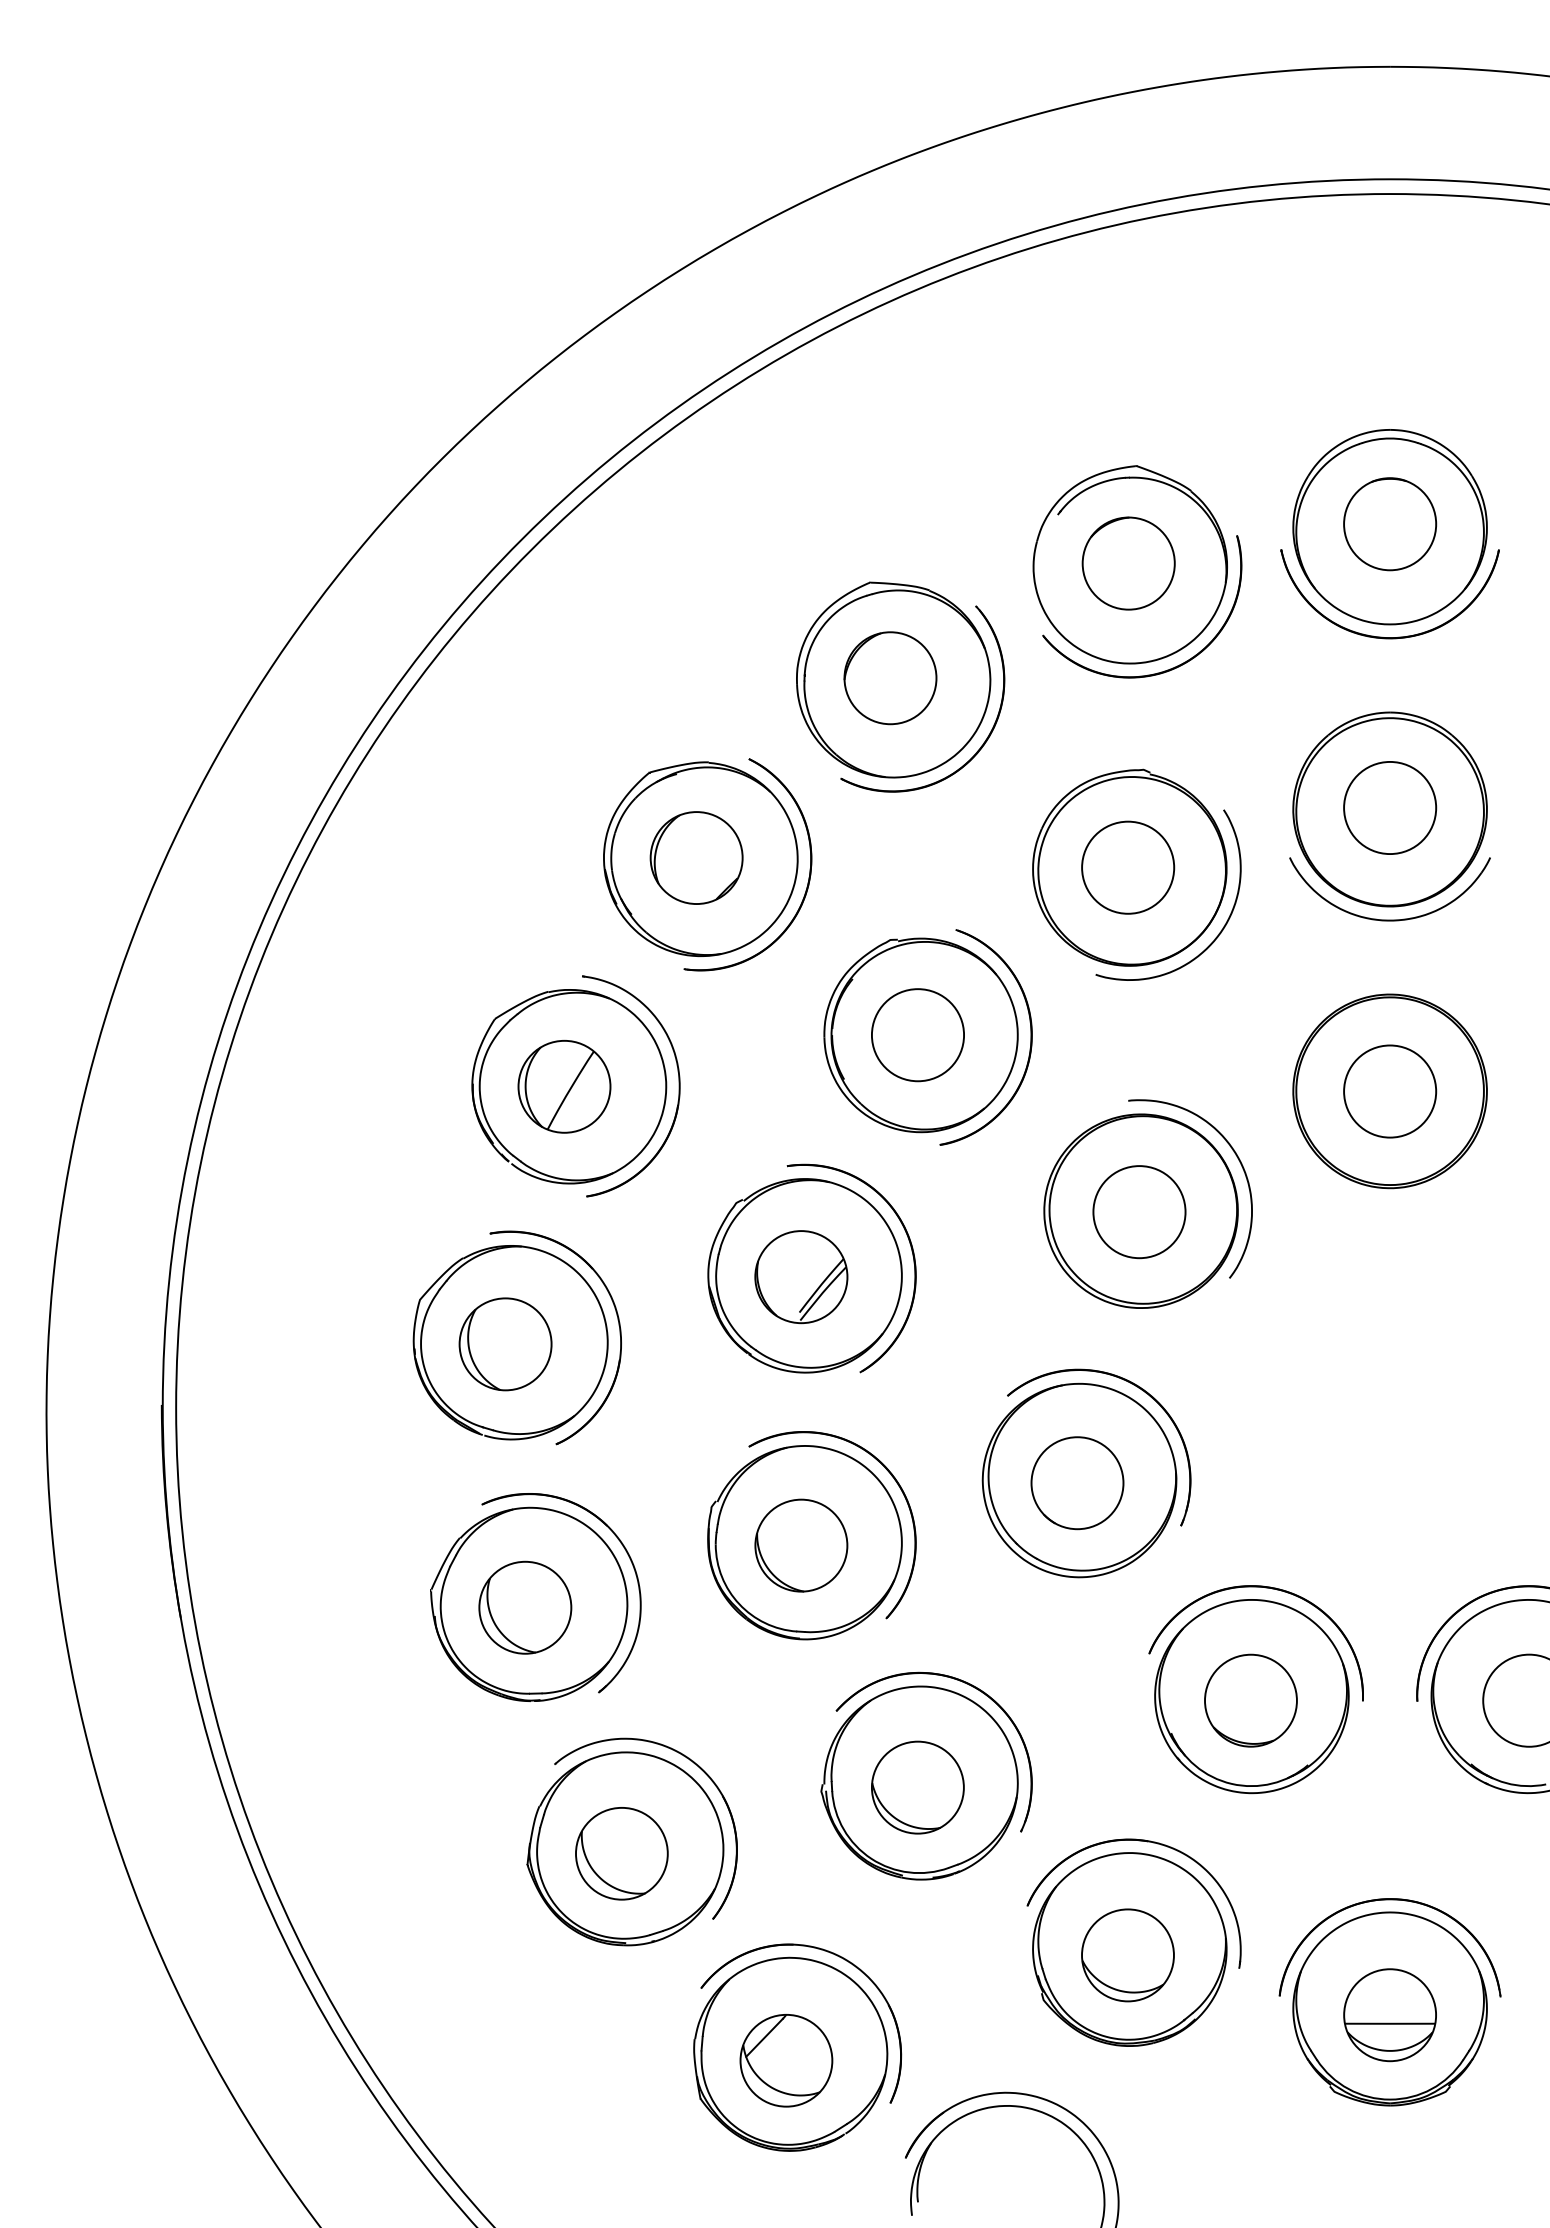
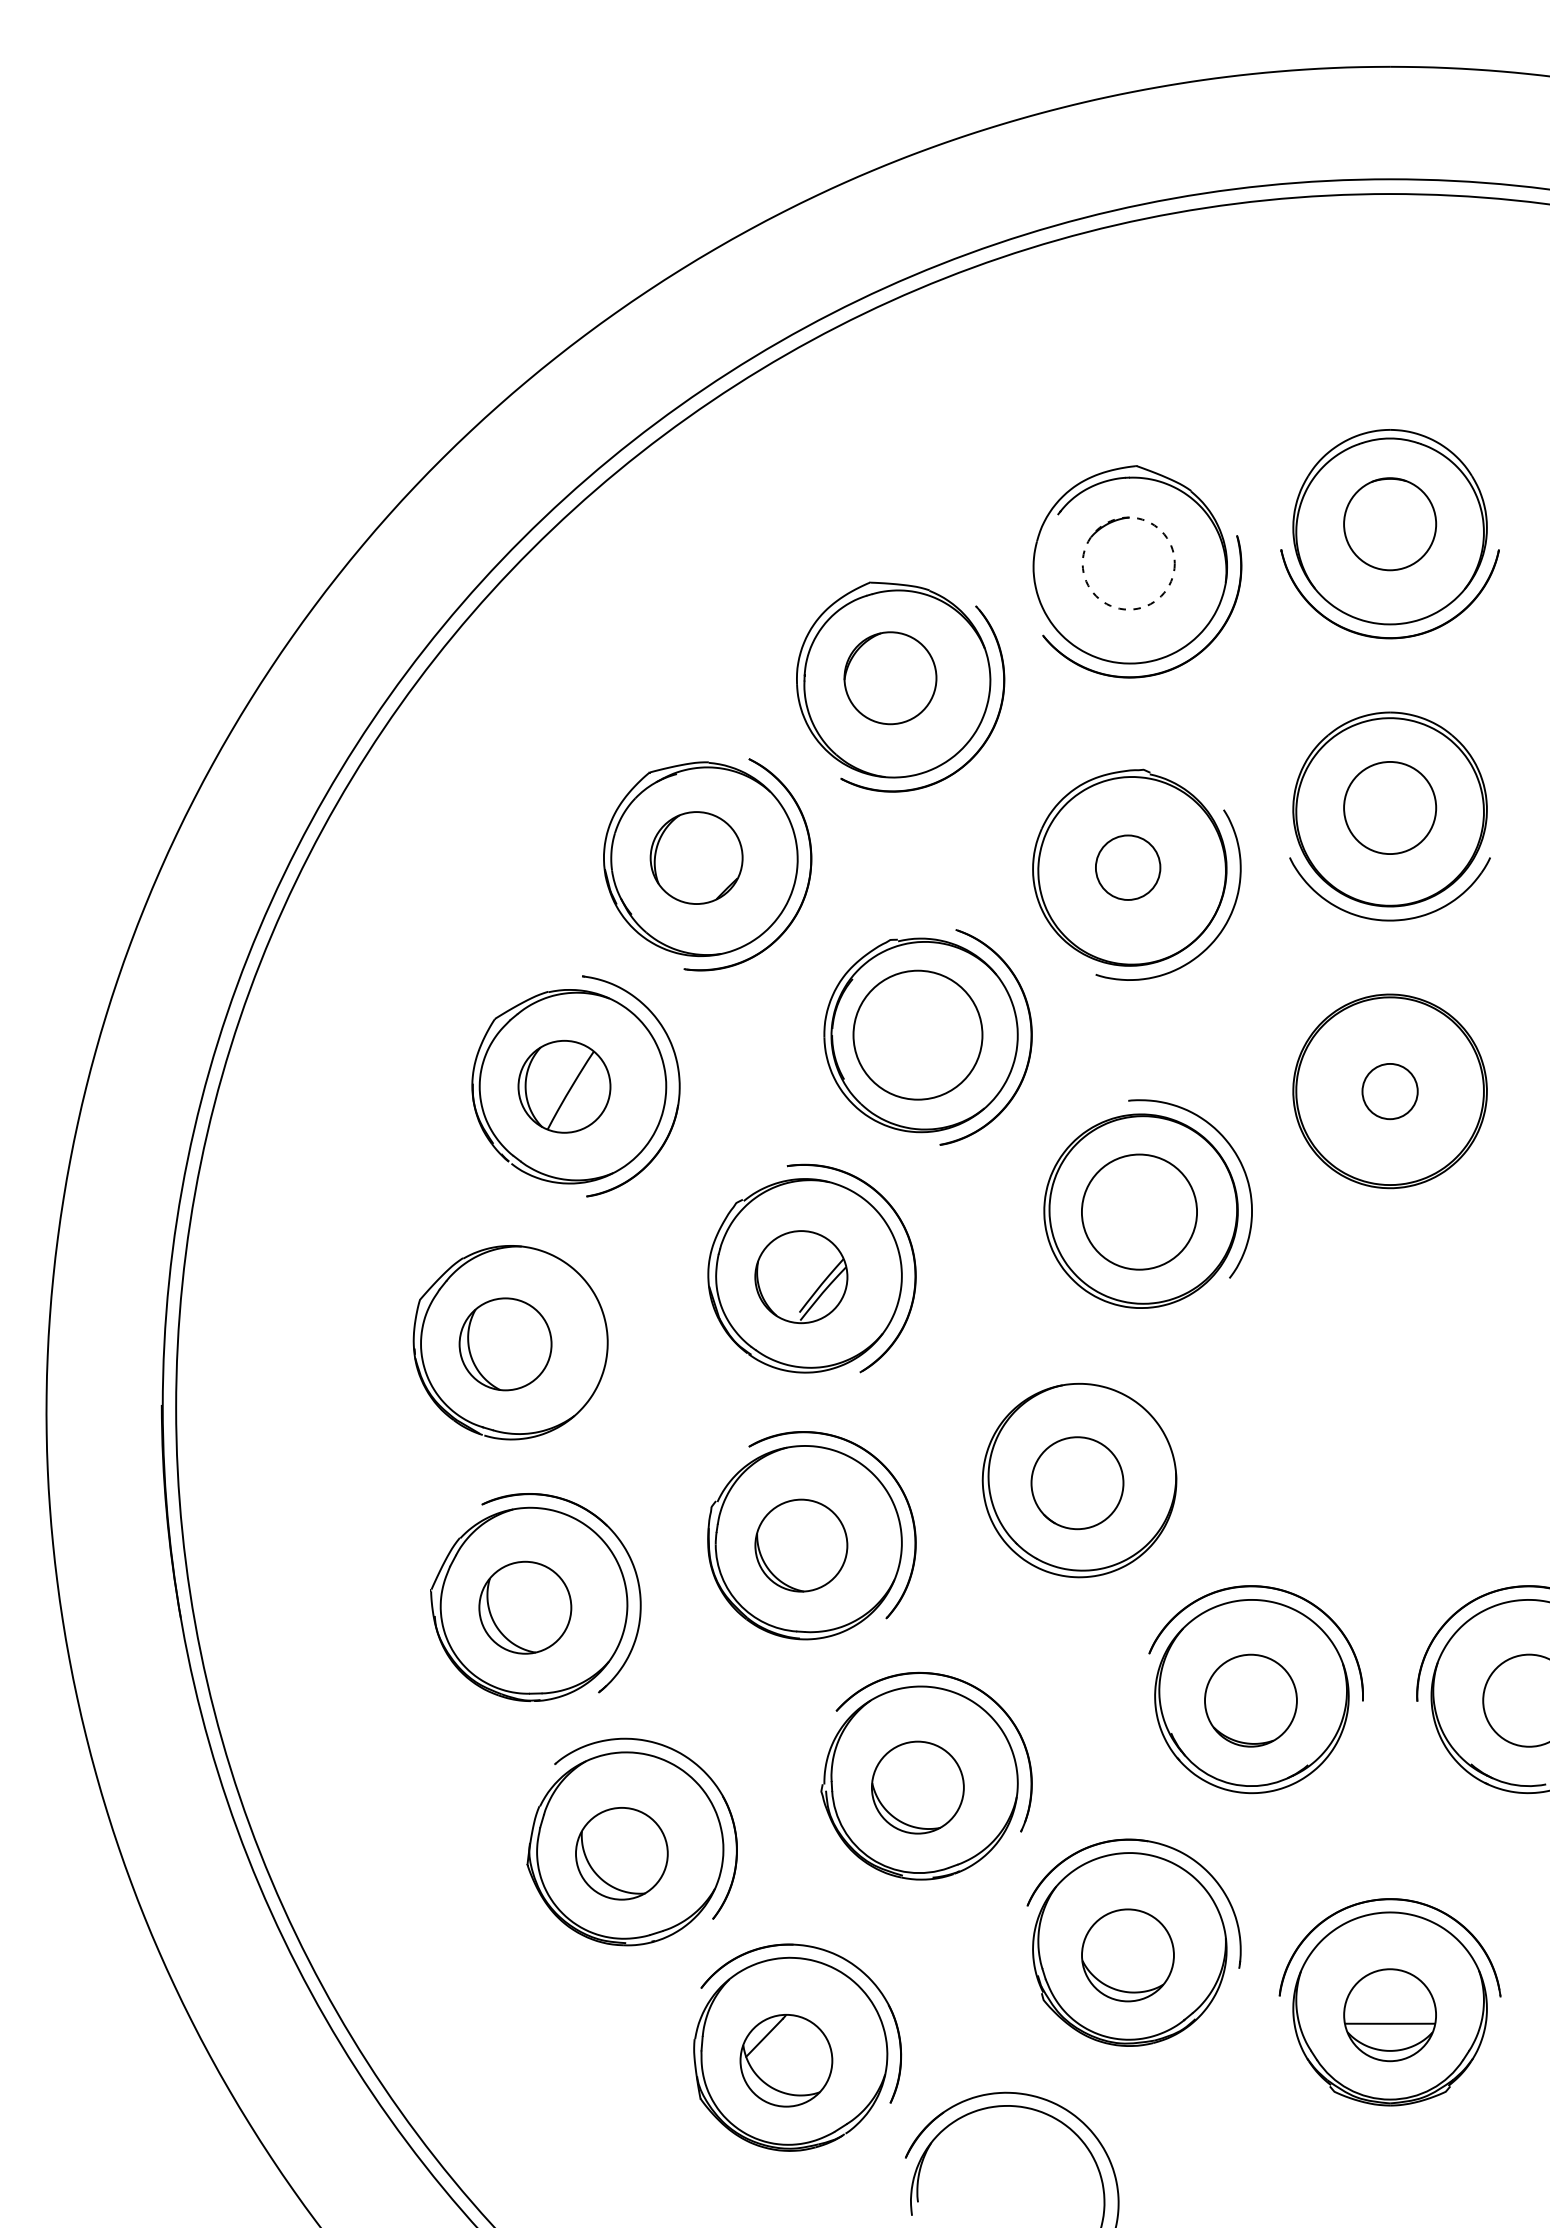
circle at (1128, 563): solid -> dashed
circle at (1128, 867) diameter: 92 px -> 64 px
circle at (917, 1035) diameter: 92 px -> 129 px
circle at (1390, 1091) diameter: 92 px -> 55 px
circle at (1139, 1212) diameter: 92 px -> 115 px
part at (619, 1334): present -> none
part at (1131, 1384): present -> none
